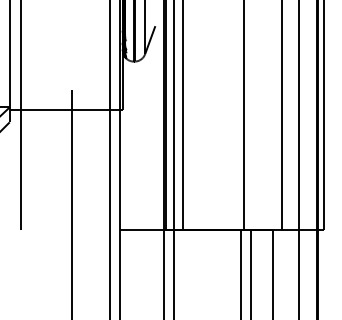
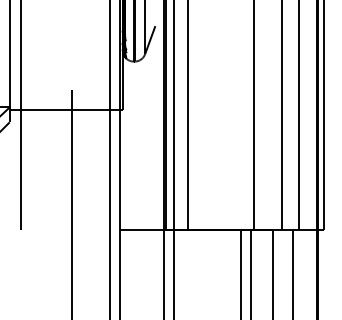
line at (182, 115) position: (182, 115) -> (187, 115)
line at (244, 115) position: (244, 115) -> (254, 115)
line at (299, 272) position: (299, 272) -> (293, 272)
